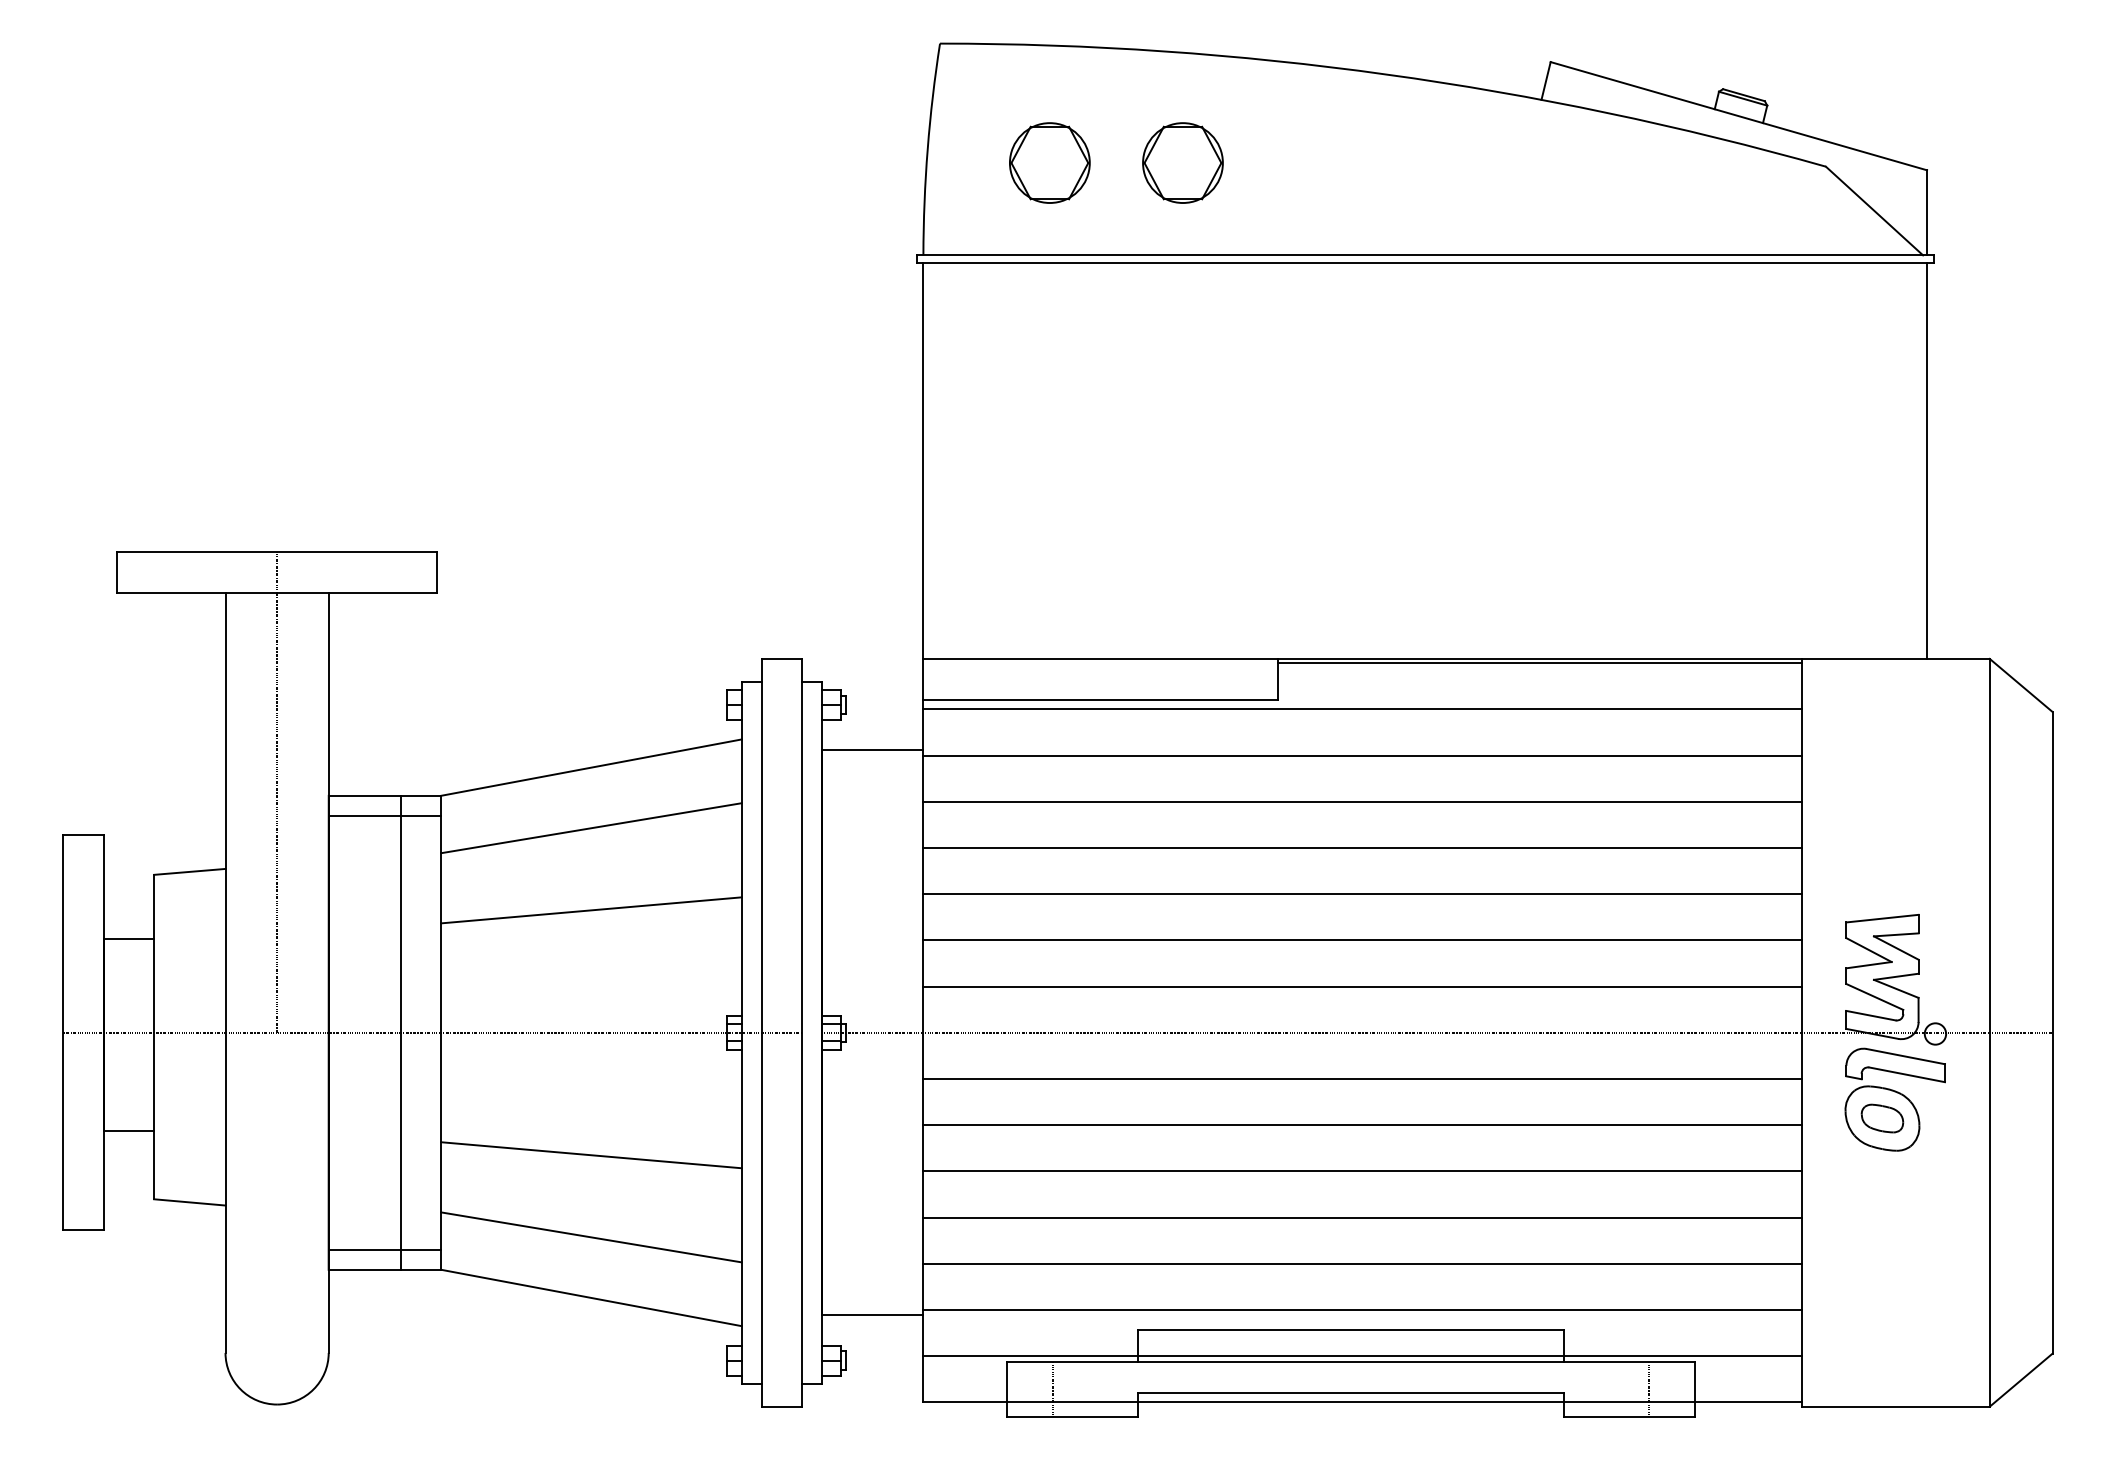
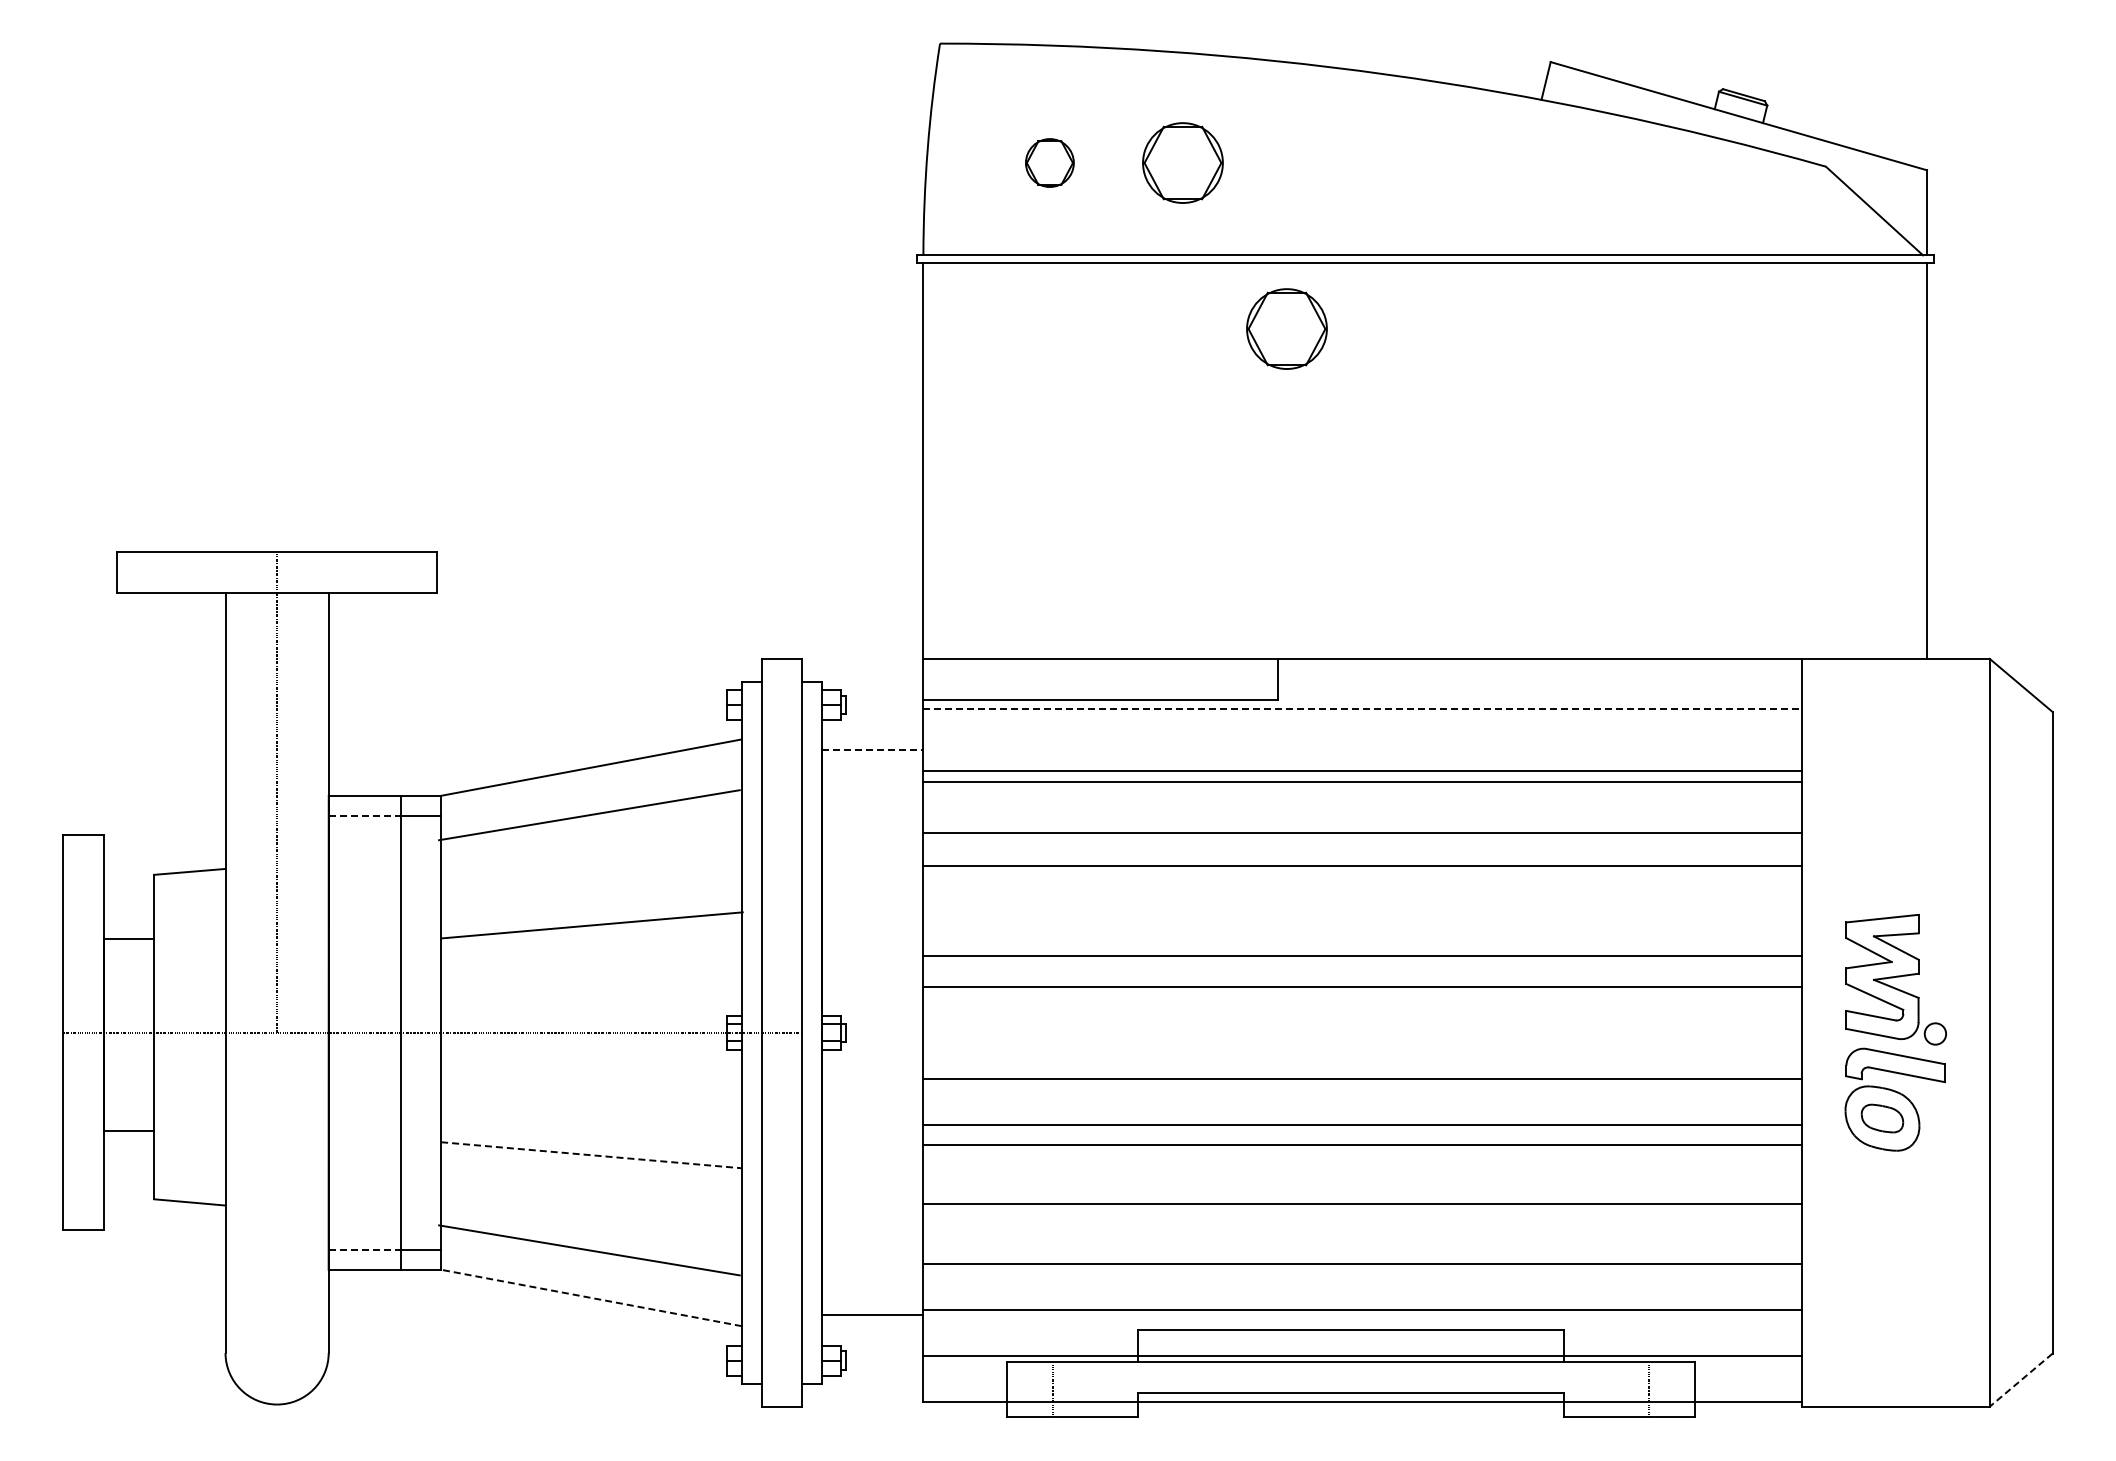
part at (1049, 162) size: 82x82 px -> 50x50 px
part at (1286, 328): none -> present
line at (1539, 663): present -> none
line at (1363, 709): solid -> dashed
line at (872, 750): solid -> dashed
line at (1362, 755) position: (1362, 755) -> (1362, 770)
line at (1362, 801) position: (1362, 801) -> (1362, 781)
line at (365, 816): solid -> dashed
line at (591, 828) position: (591, 828) -> (589, 815)
line at (1362, 848) position: (1362, 848) -> (1362, 833)
line at (1362, 894) position: (1362, 894) -> (1362, 866)
line at (591, 910) position: (591, 910) -> (592, 925)
line at (1362, 940) position: (1362, 940) -> (1362, 956)
line at (1436, 1032): present -> none
line at (591, 1155): solid -> dashed
line at (1362, 1171) position: (1362, 1171) -> (1362, 1145)
line at (1362, 1217) position: (1362, 1217) -> (1362, 1203)
line at (591, 1237) position: (591, 1237) -> (589, 1250)
line at (365, 1249): solid -> dashed
line at (591, 1297): solid -> dashed
line at (2020, 1380): solid -> dashed
